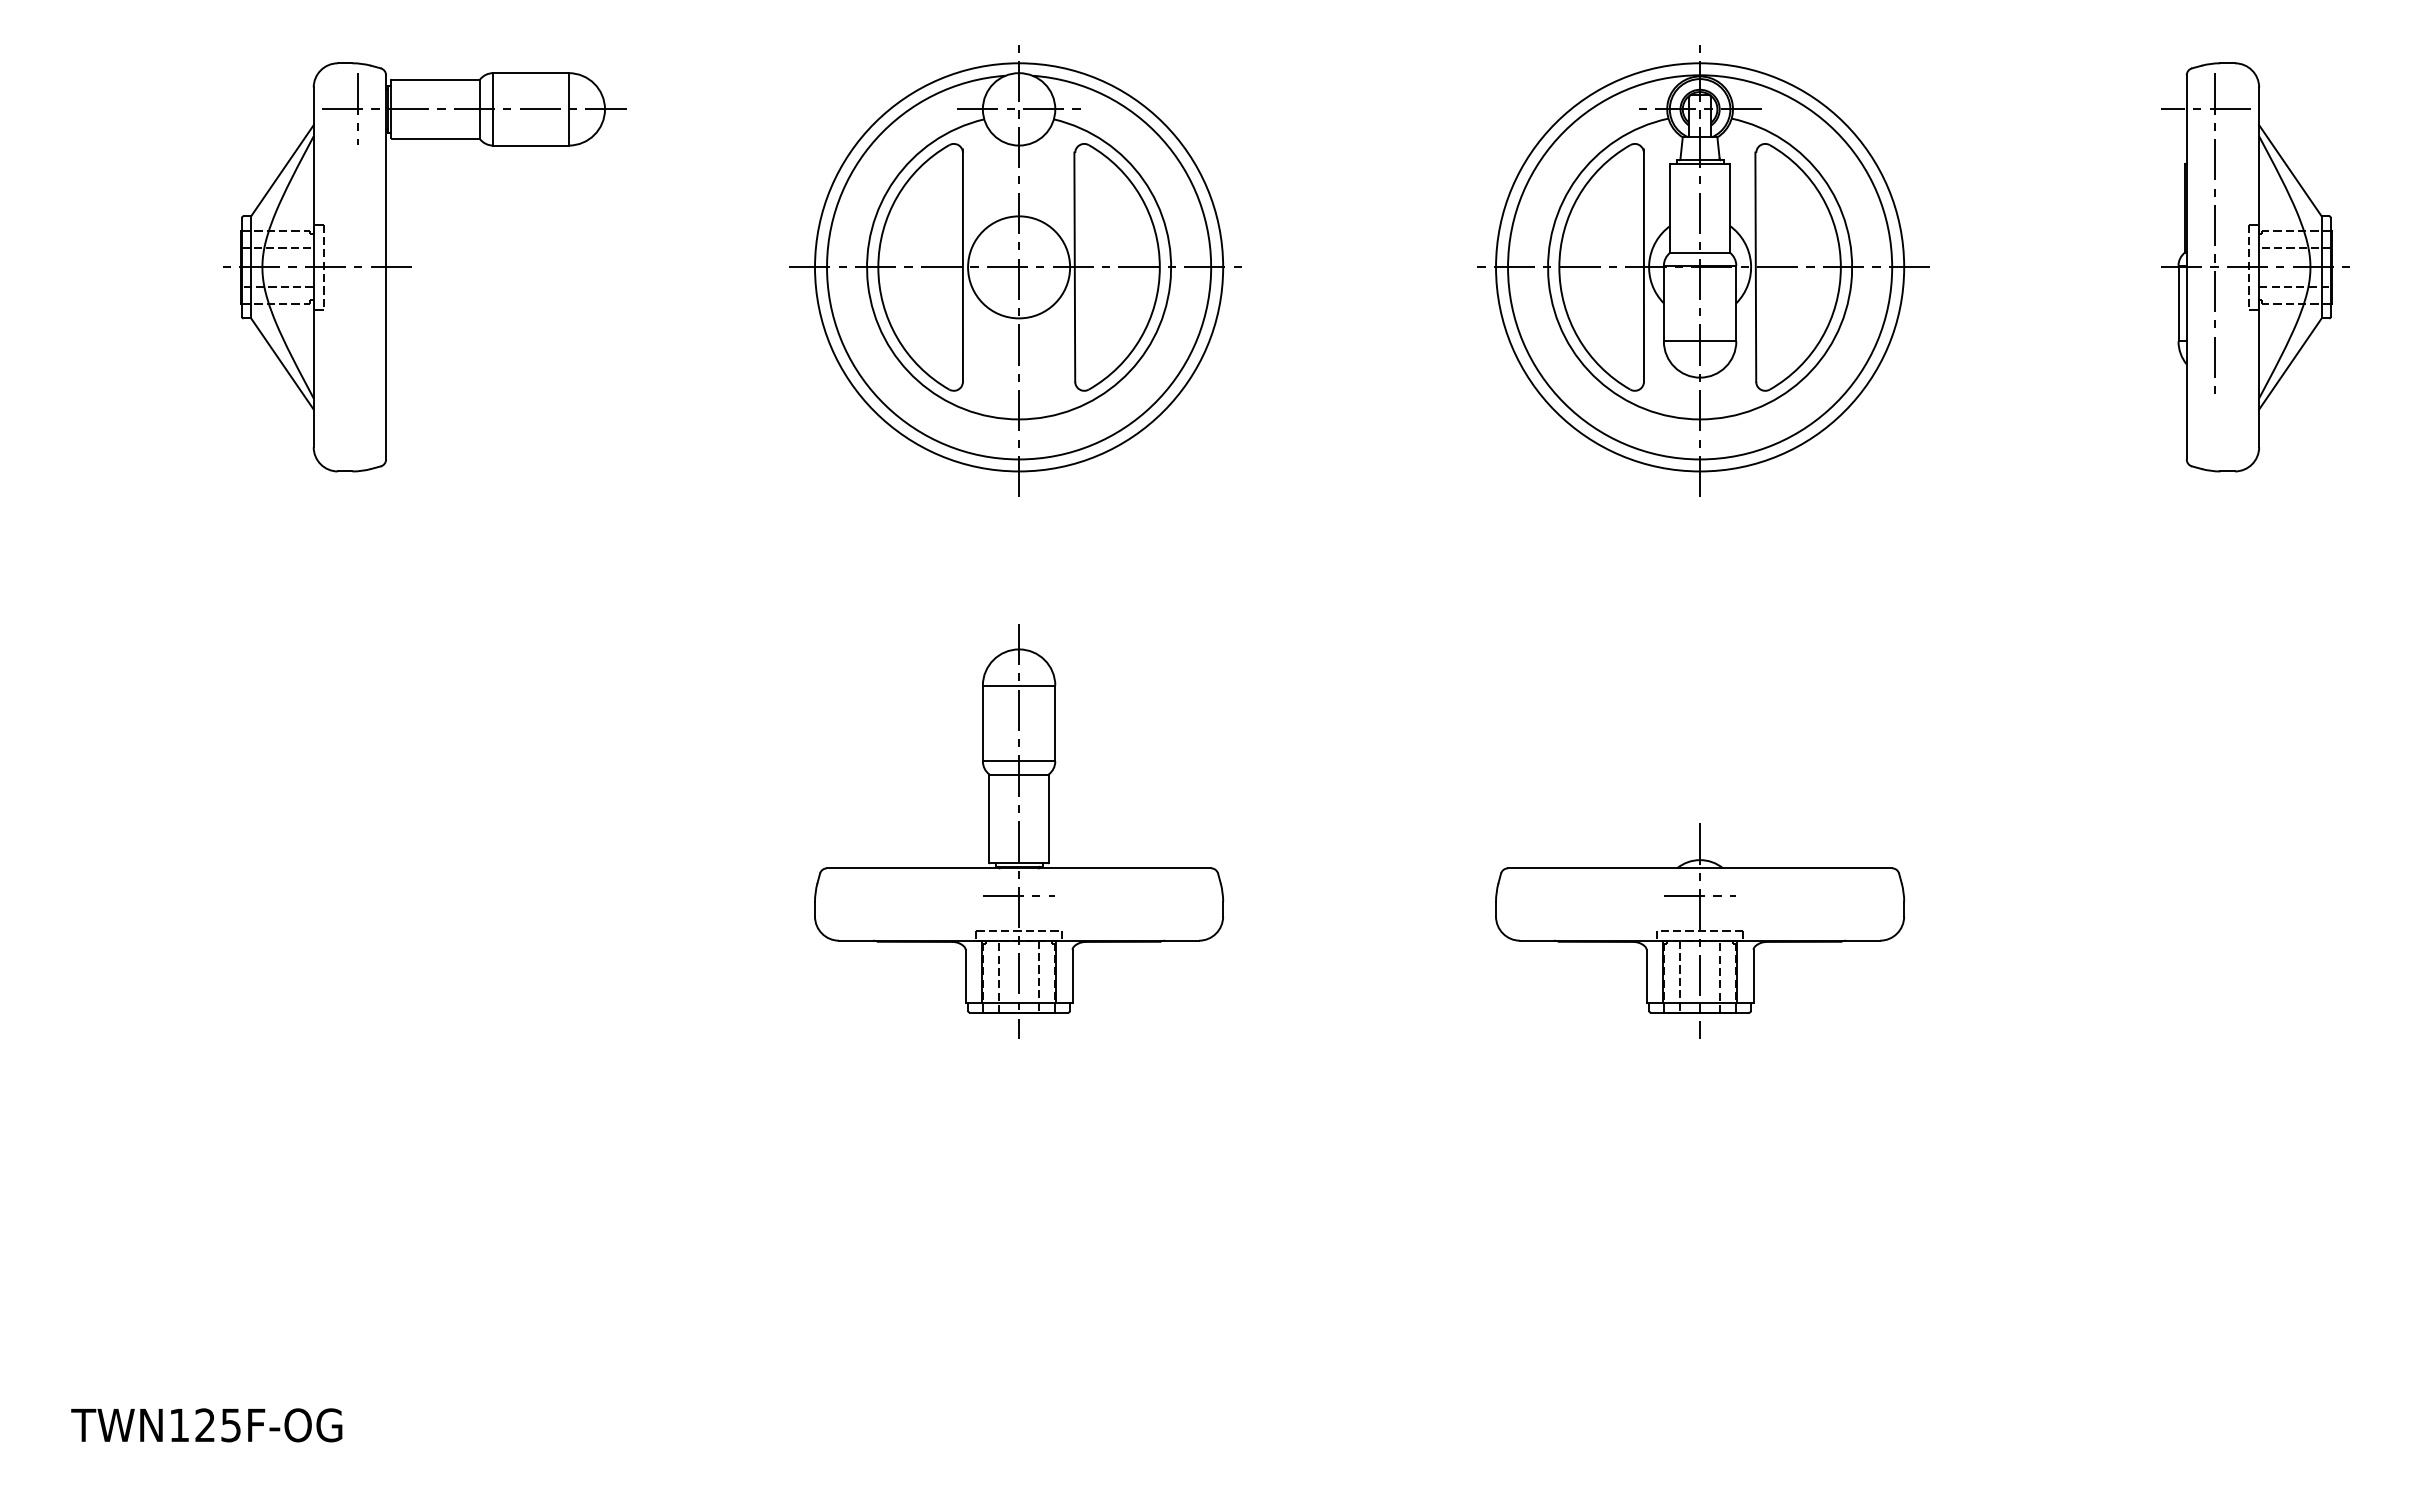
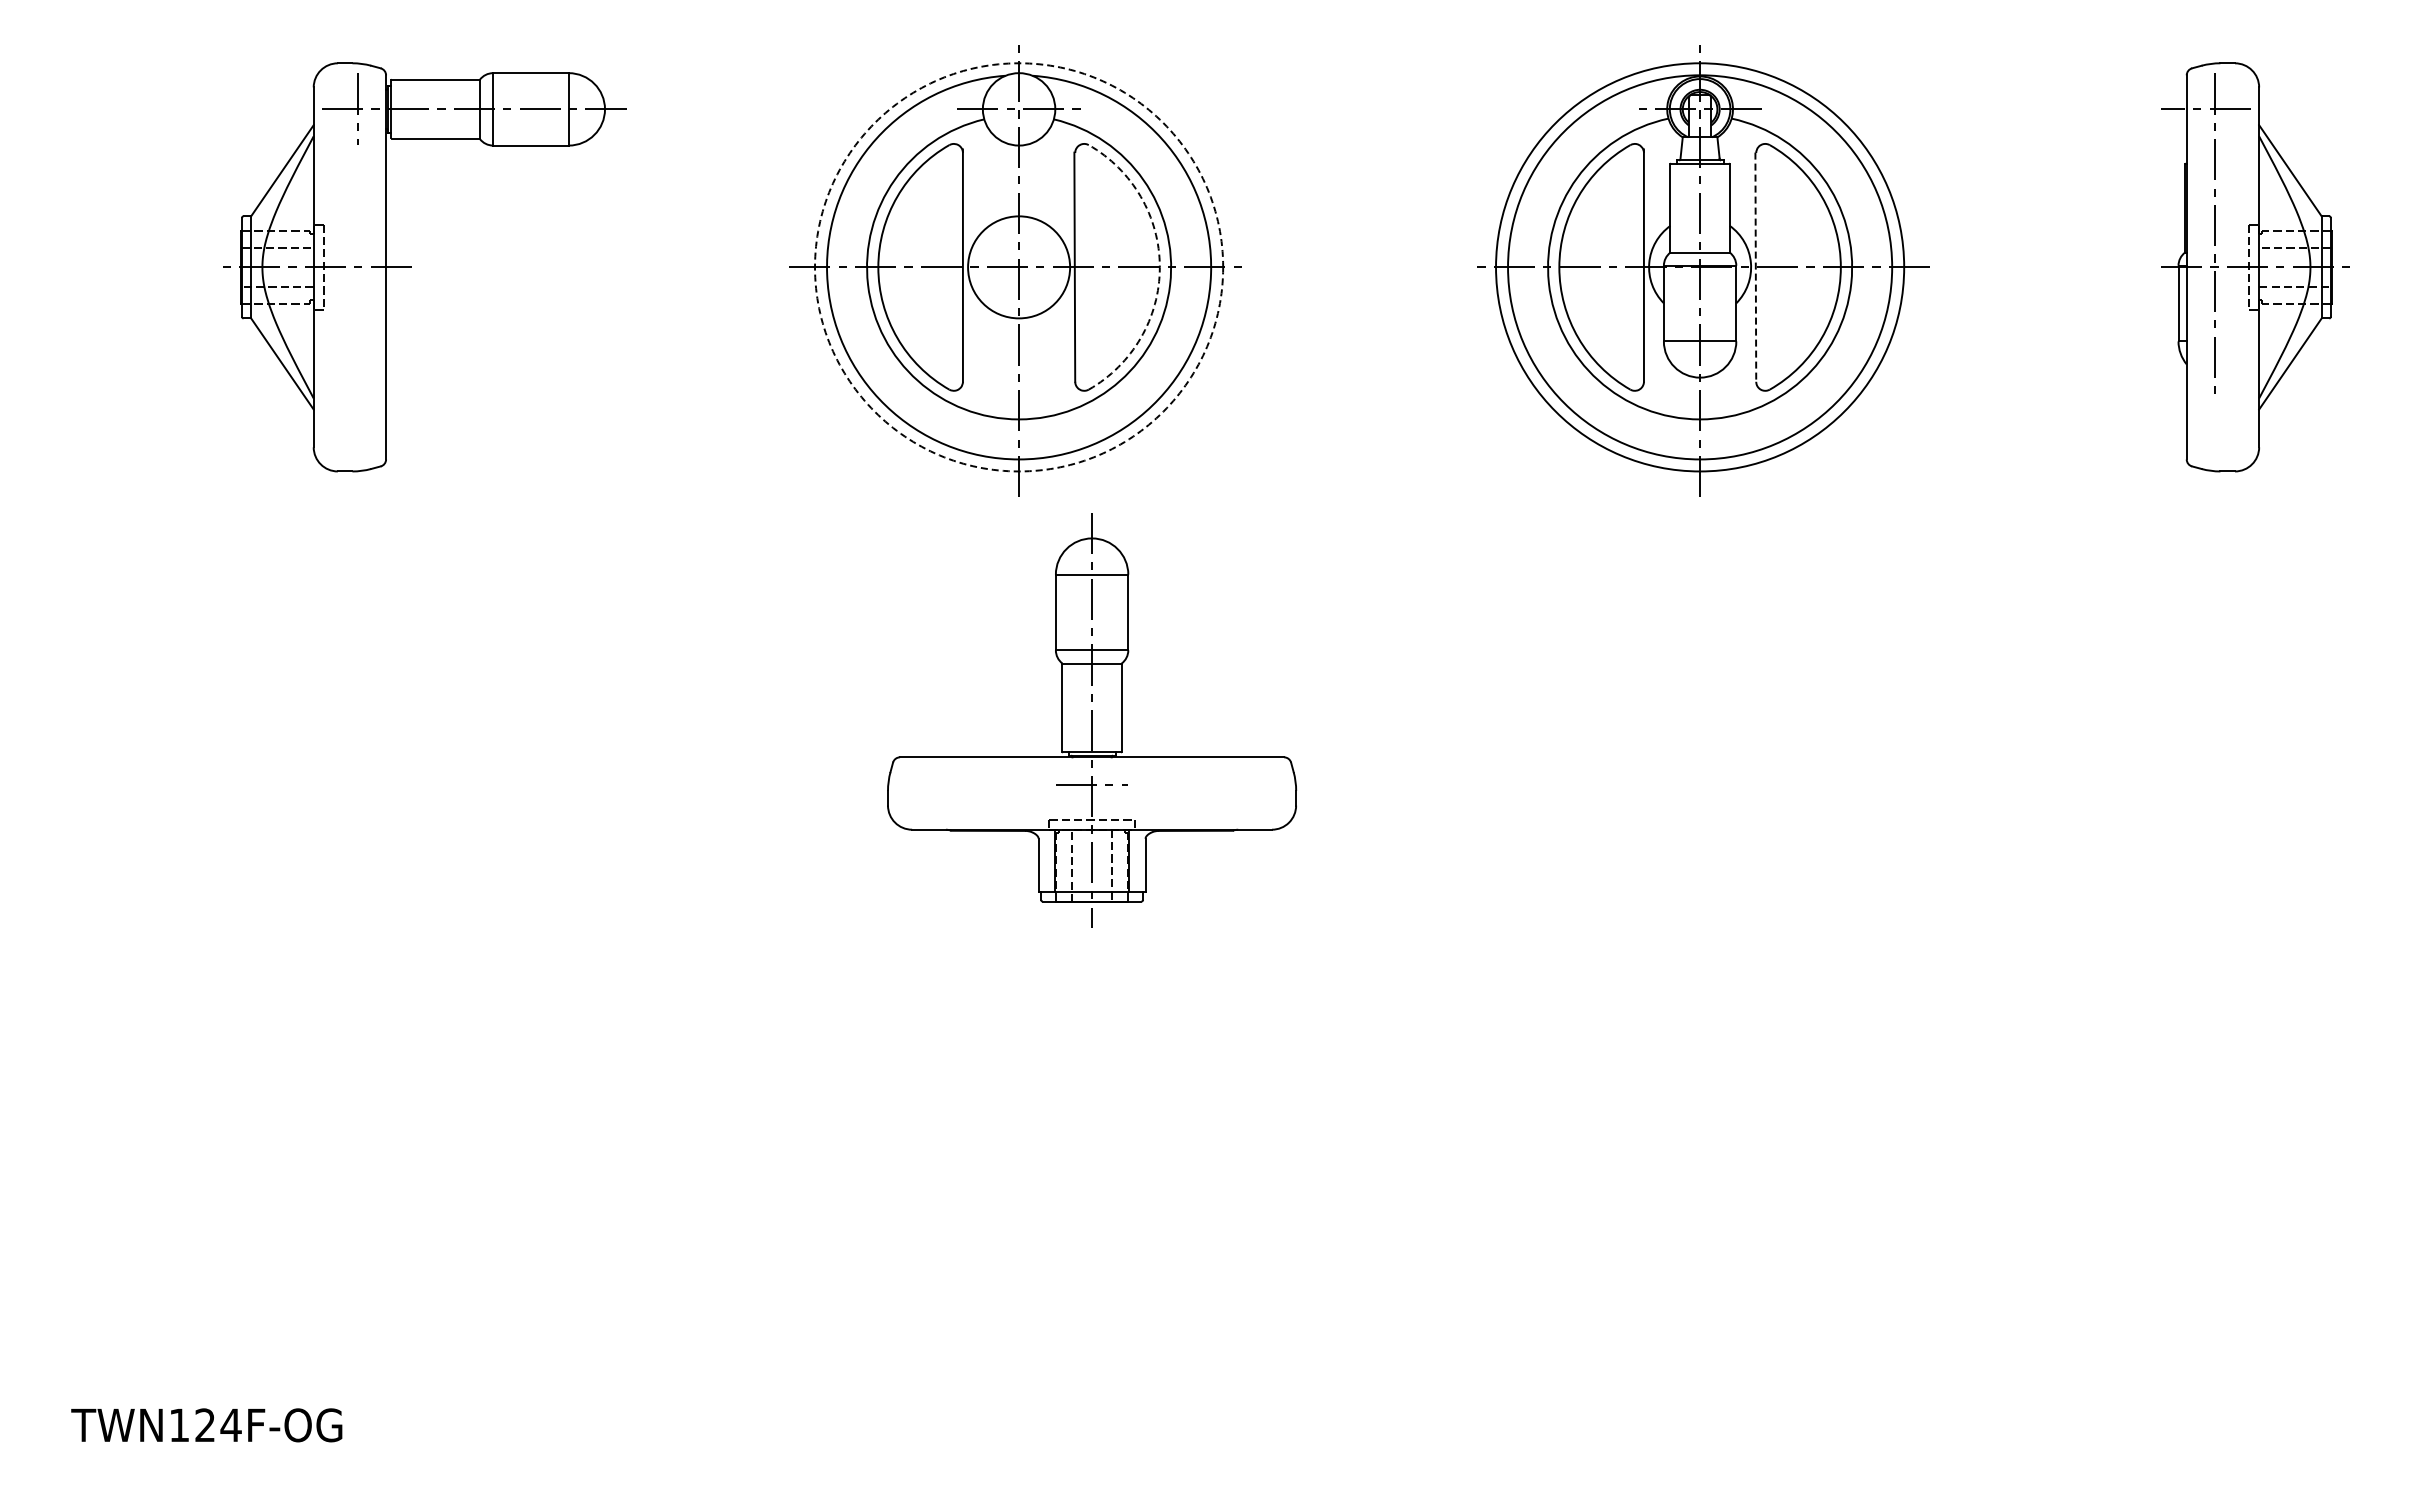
circle at (1019, 267): solid -> dashed
arc at (1159, 267): solid -> dashed
line at (1755, 267): solid -> dashed
part at (1019, 831) position: (1019, 831) -> (1092, 720)
part at (1700, 930): present -> none
text at (230, 1425): TWN125F-OG -> TWN124F-OG
